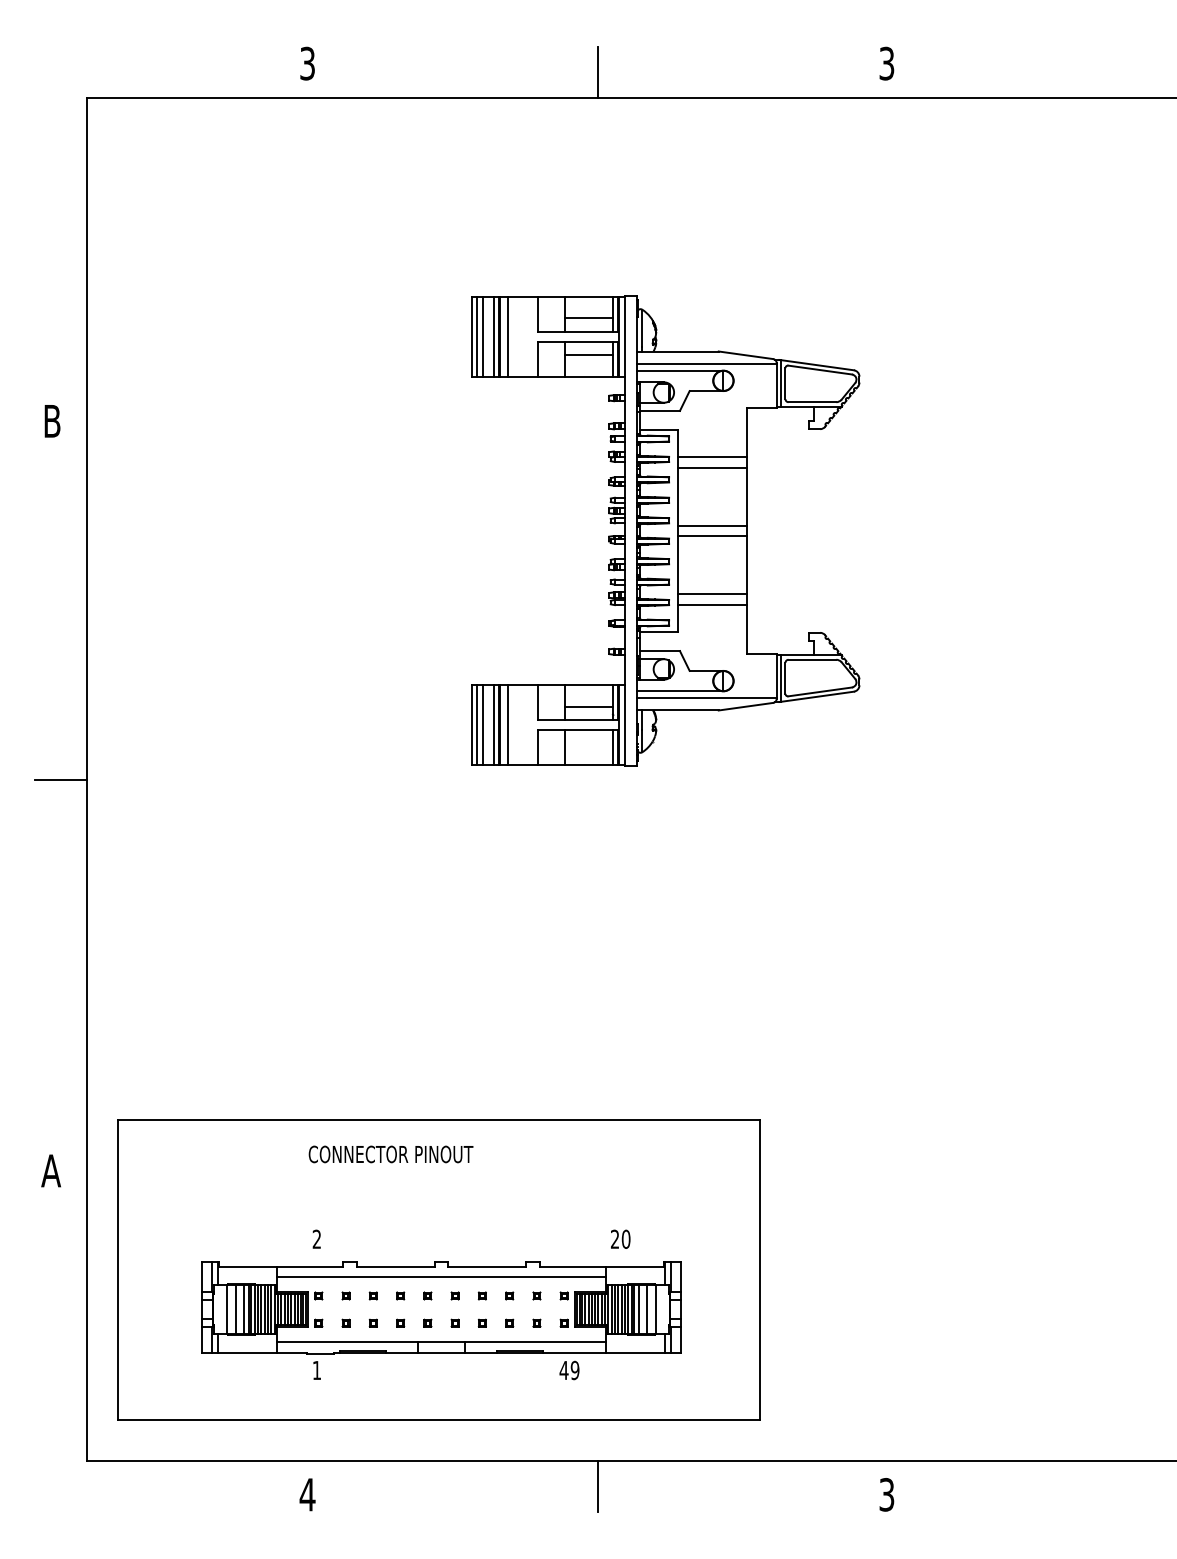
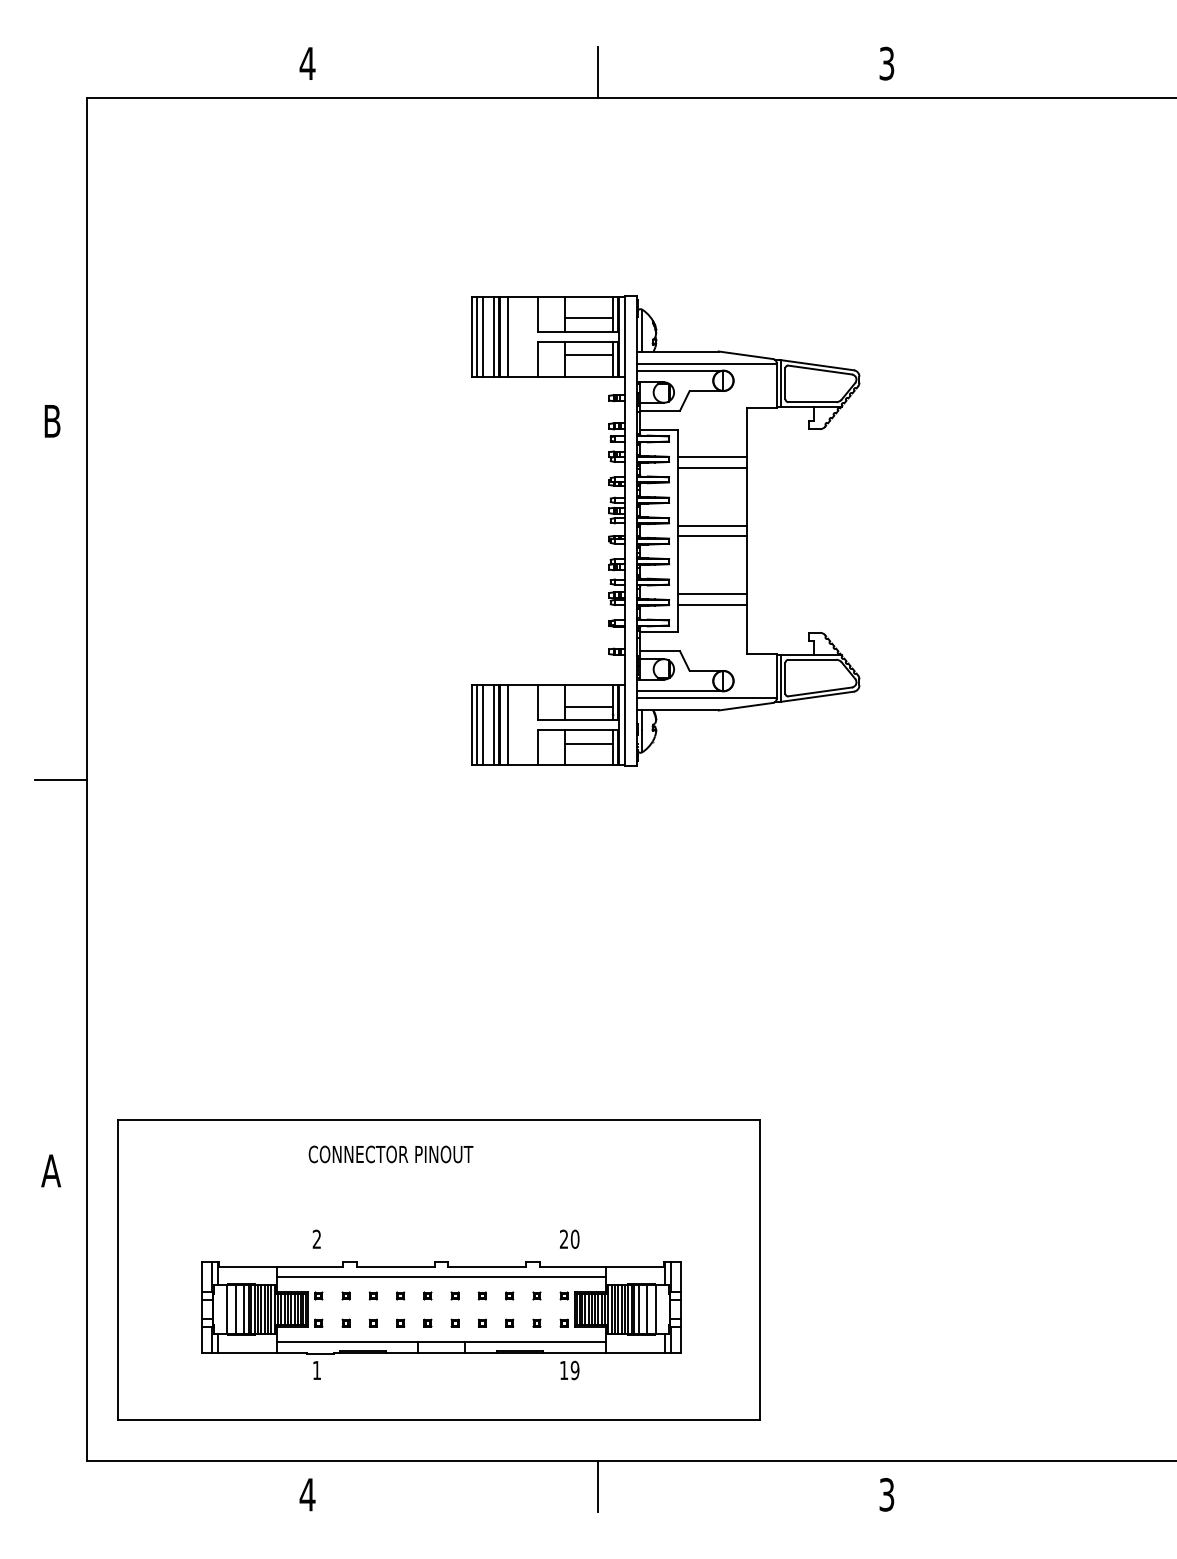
text at (307, 63): 3 -> 4
line at (589, 743): none -> present
text at (620, 1238) position: (620, 1238) -> (569, 1238)
text at (563, 1370): 49 -> 19
